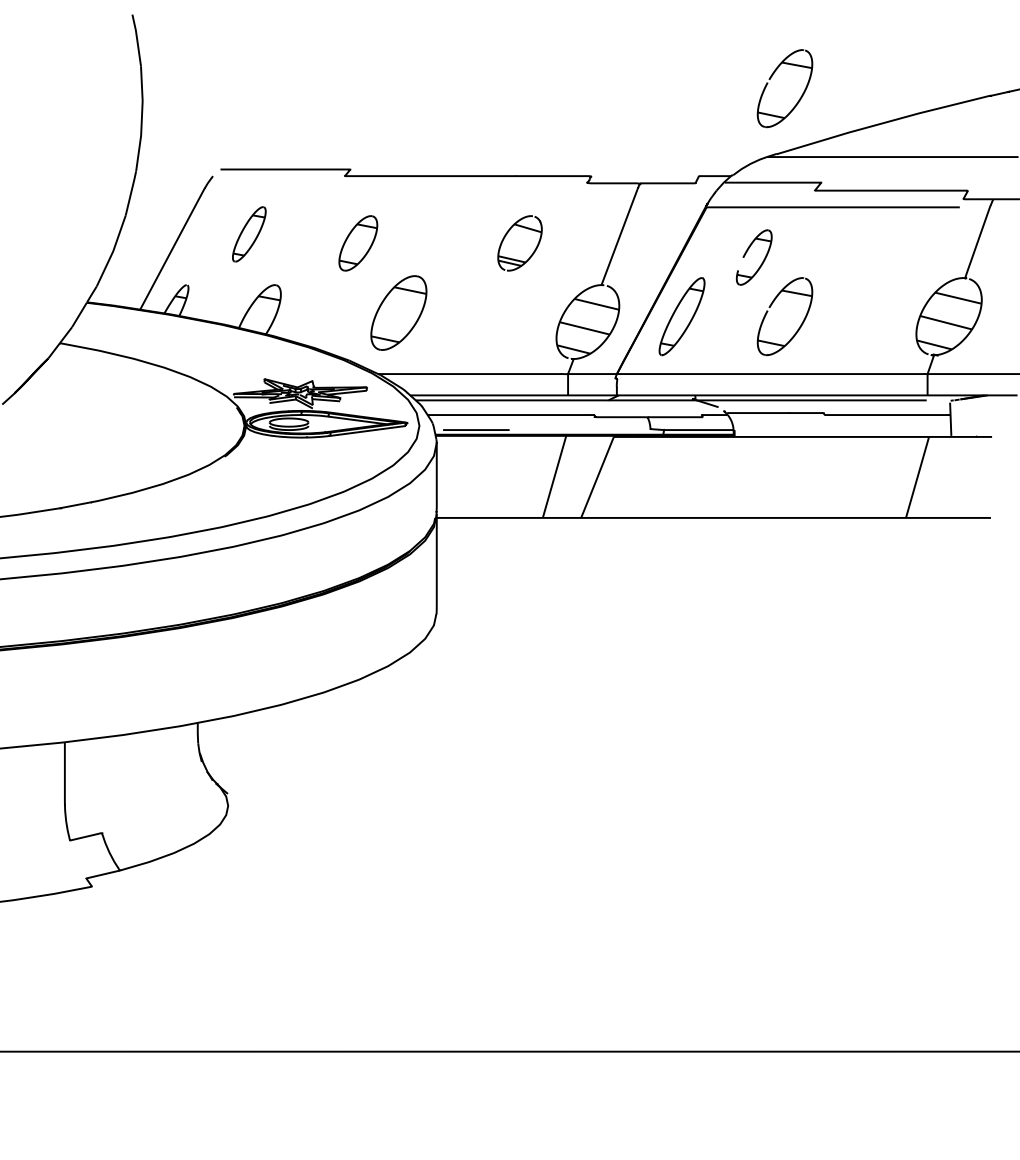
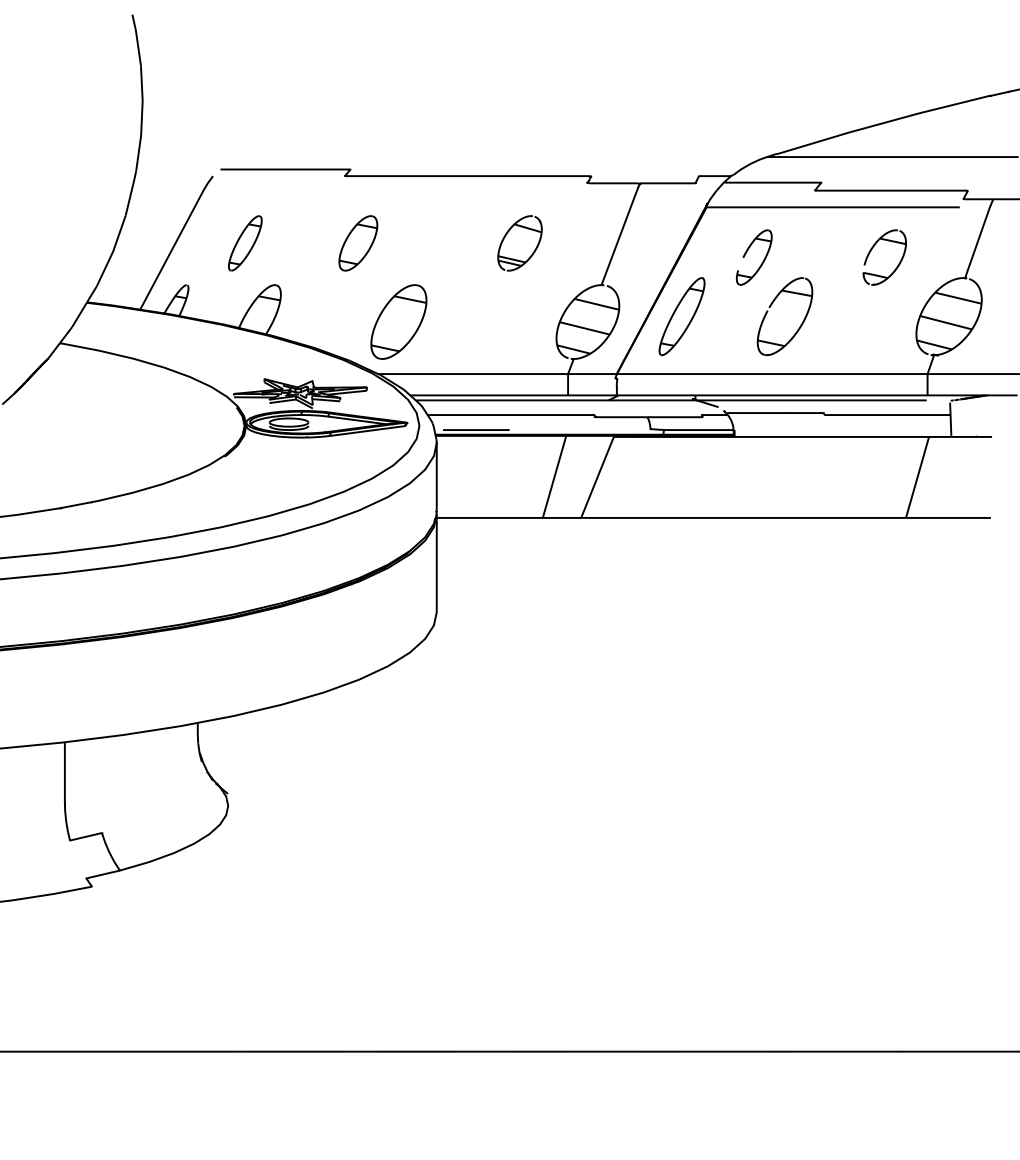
part at (771, 78): present -> none
part at (249, 234) position: (249, 234) -> (245, 243)
part at (873, 248): none -> present
part at (398, 312) position: (398, 312) -> (398, 321)
